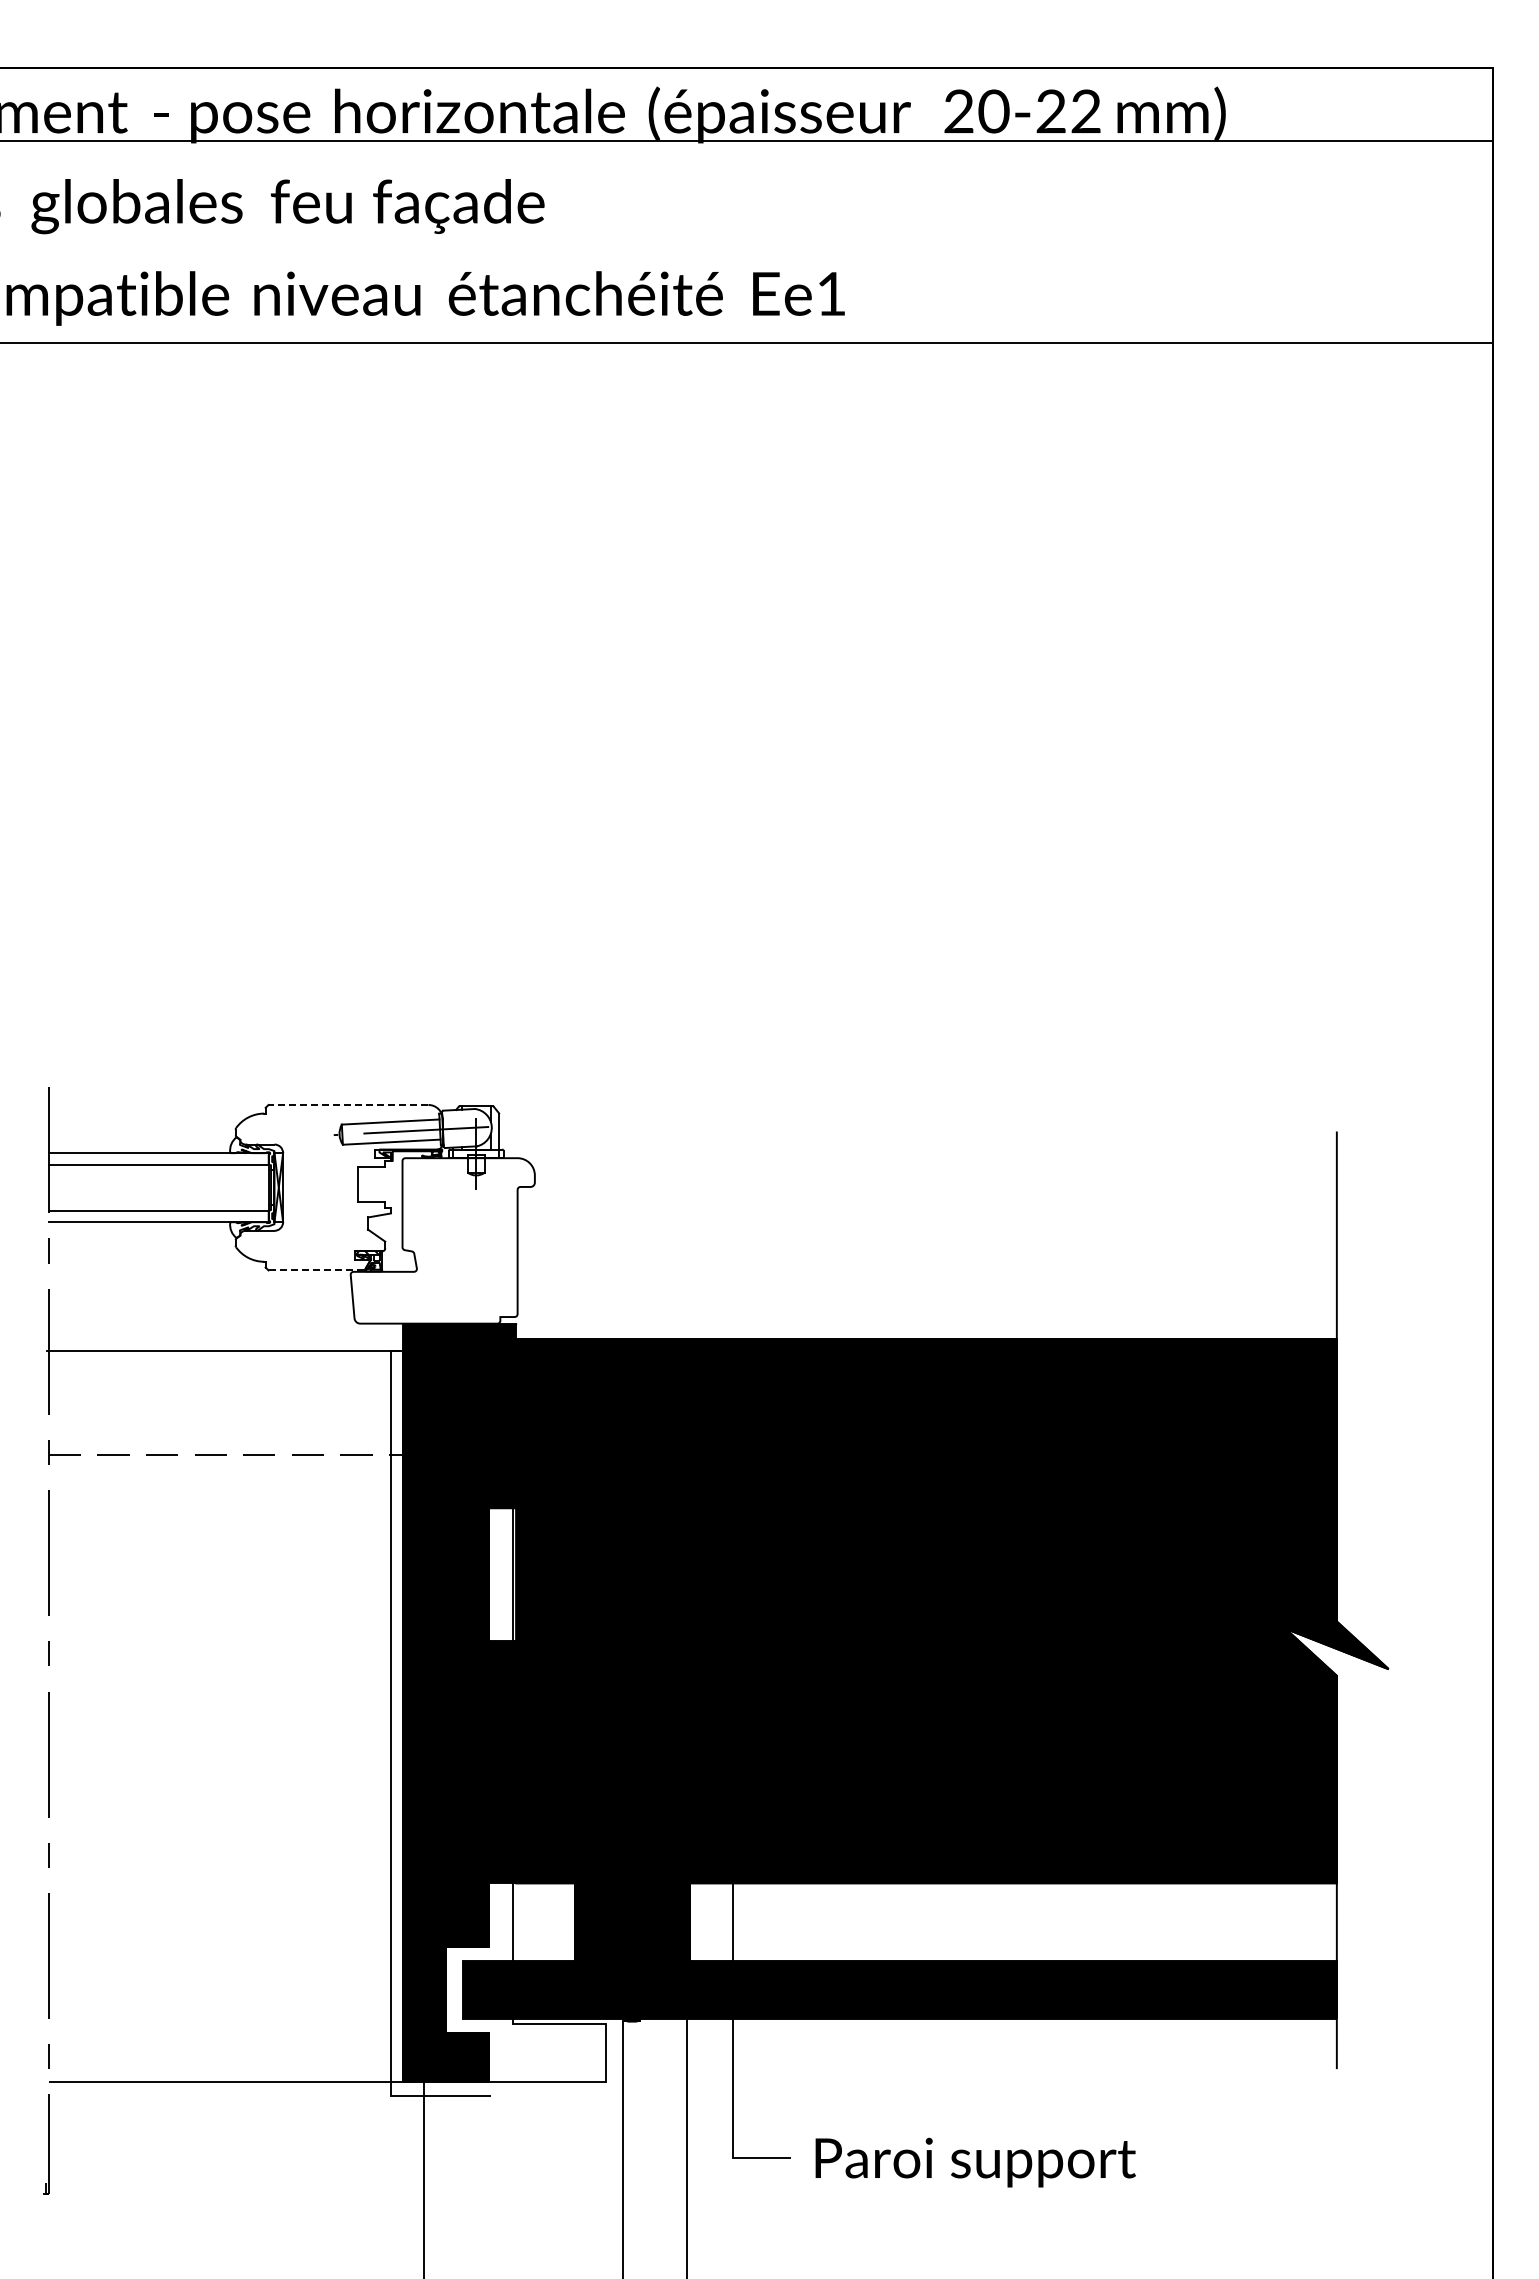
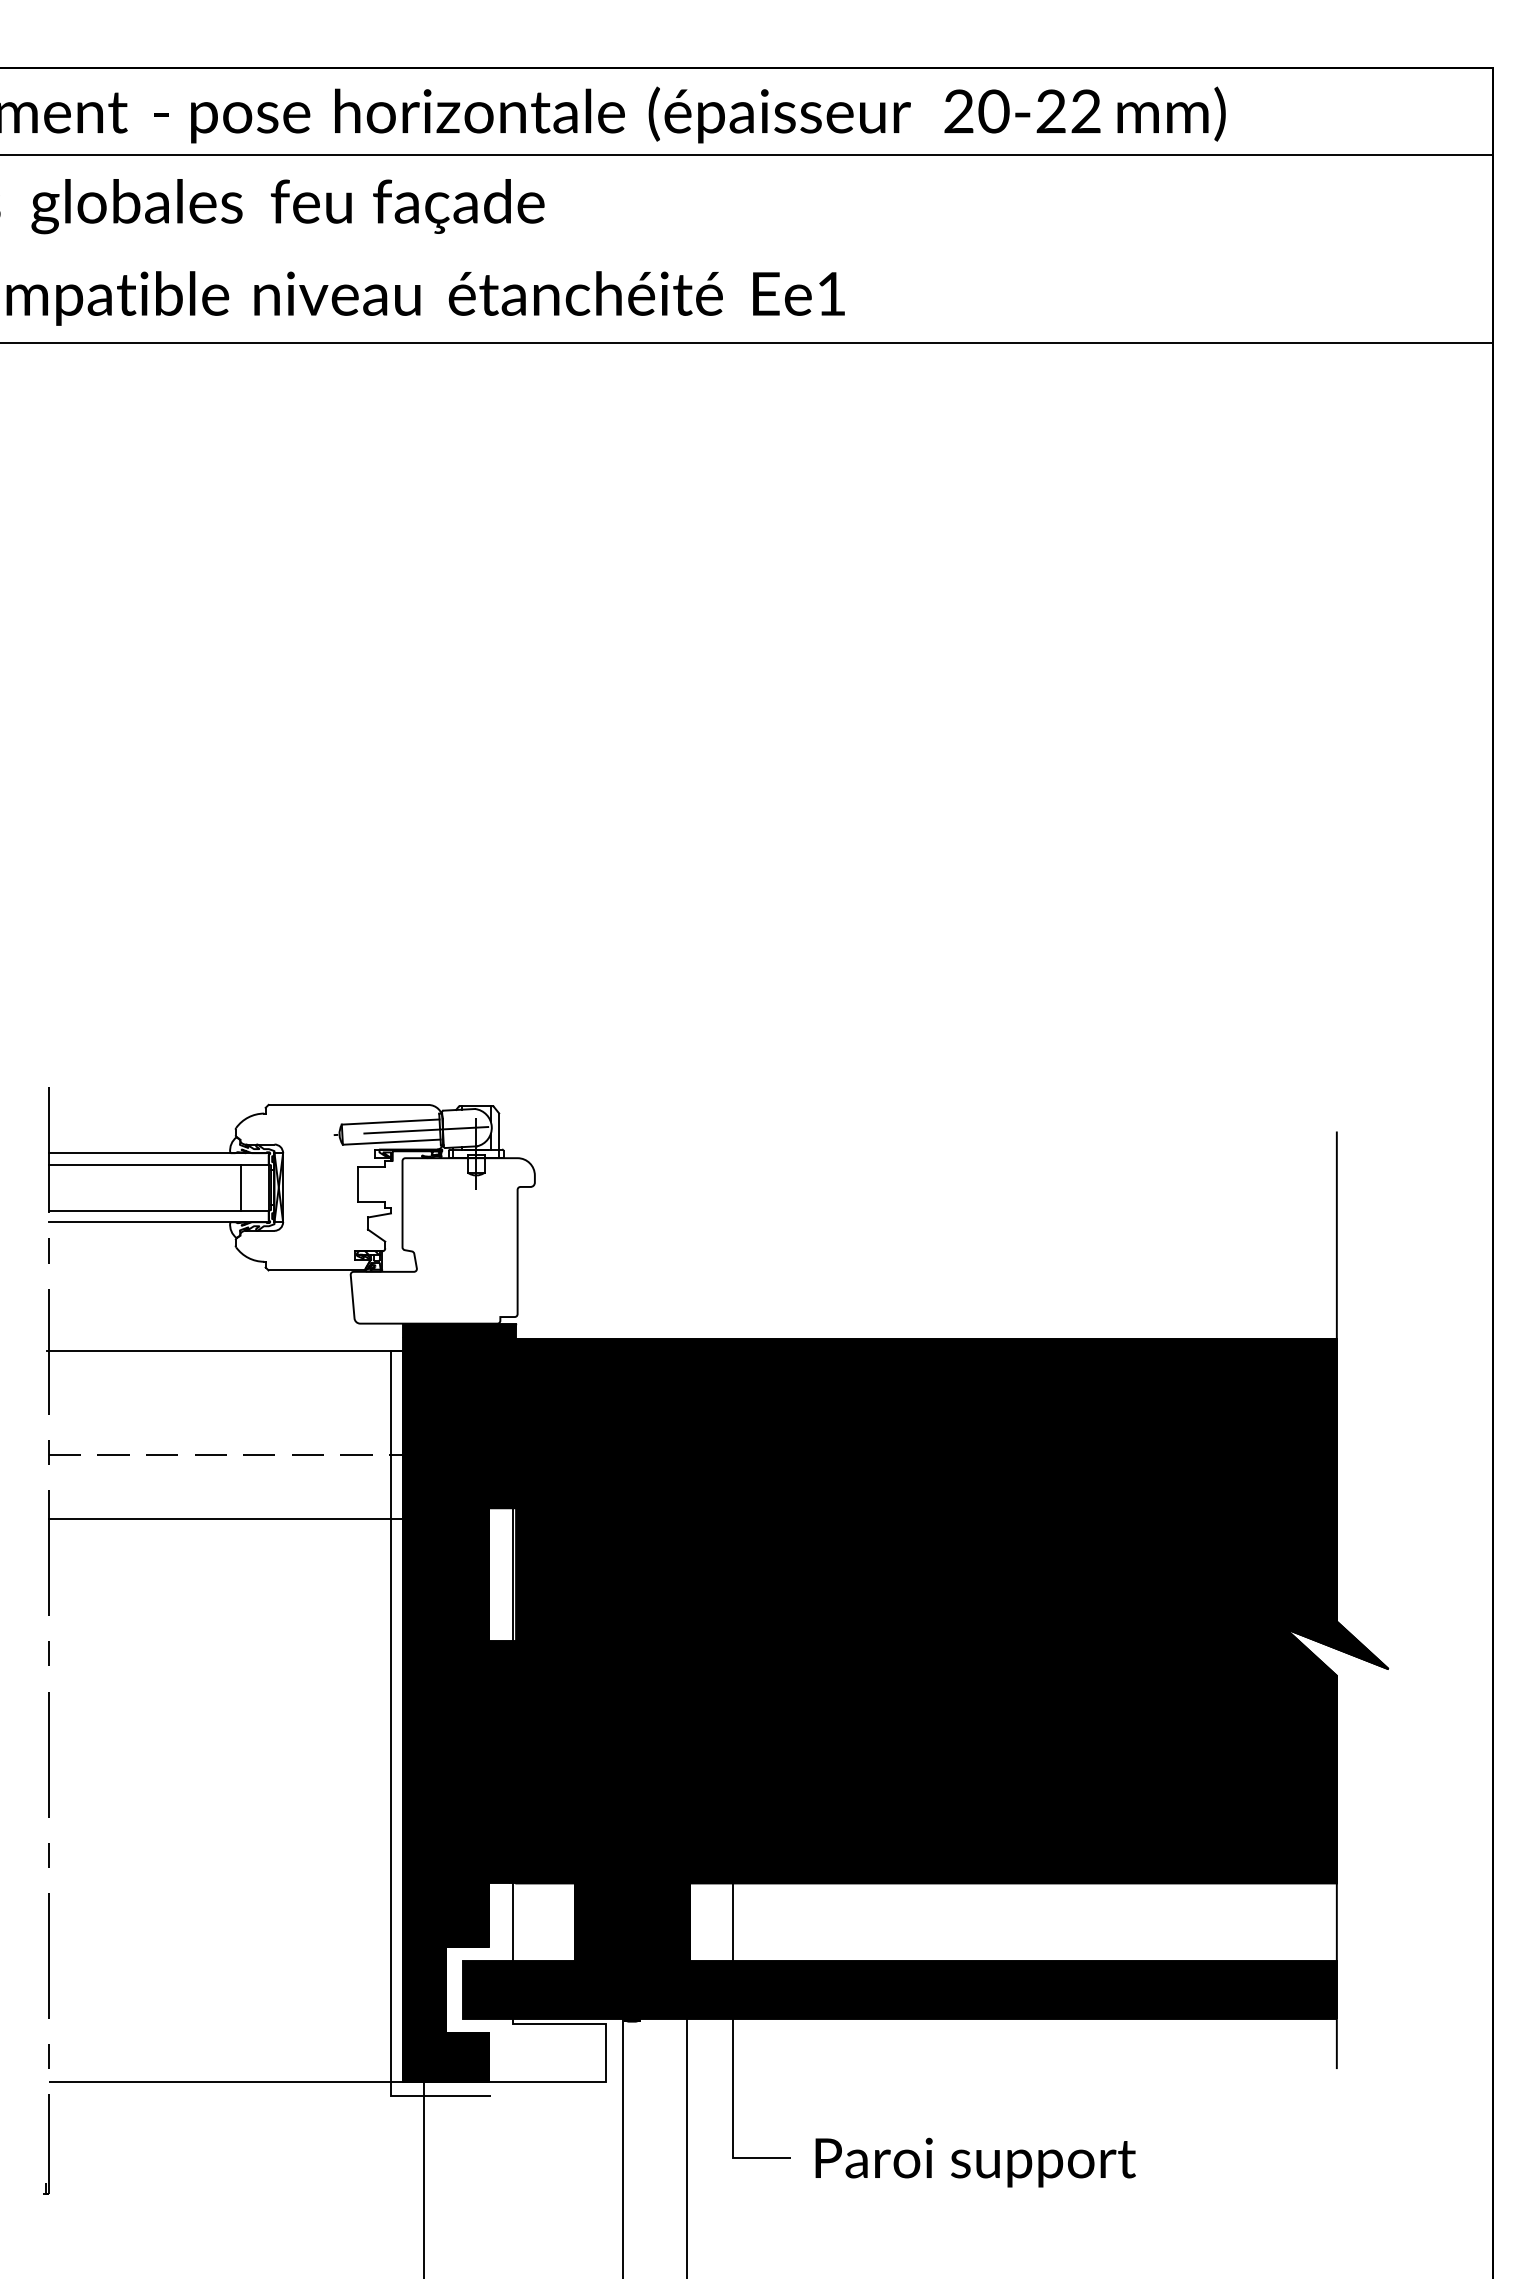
line at (747, 140) position: (747, 140) -> (747, 154)
line at (348, 1104): dashed -> solid
line at (241, 1187): none -> present
line at (316, 1270): dashed -> solid
line at (232, 1519): none -> present
